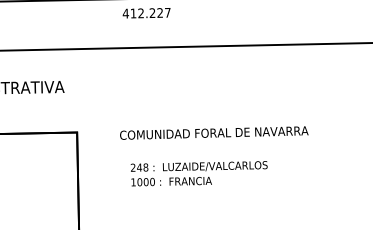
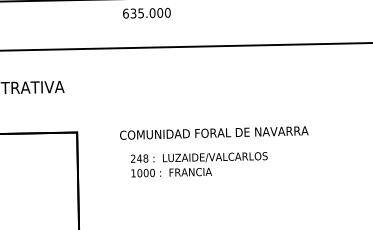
text at (146, 12): 412.227 -> 635.000
text at (198, 173) position: (198, 173) -> (198, 164)
